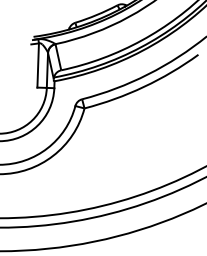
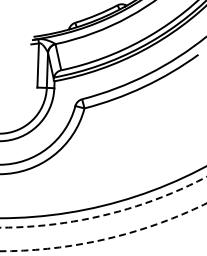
arc at (106, 214): solid -> dashed
arc at (106, 238): solid -> dashed
